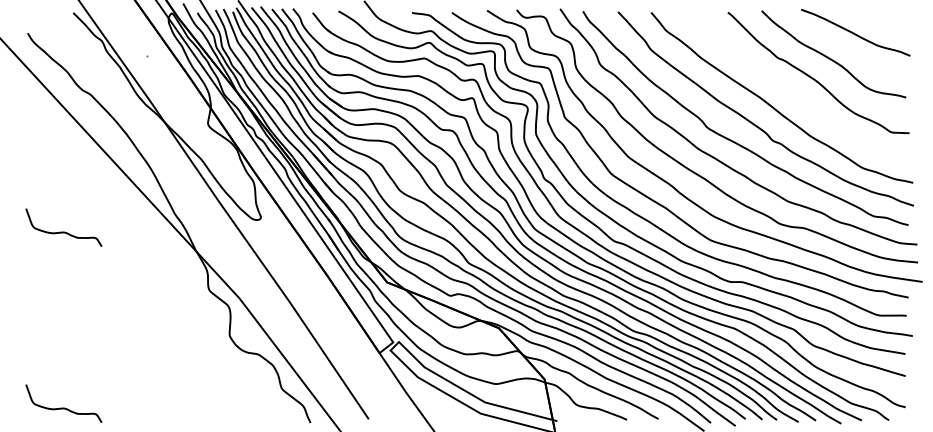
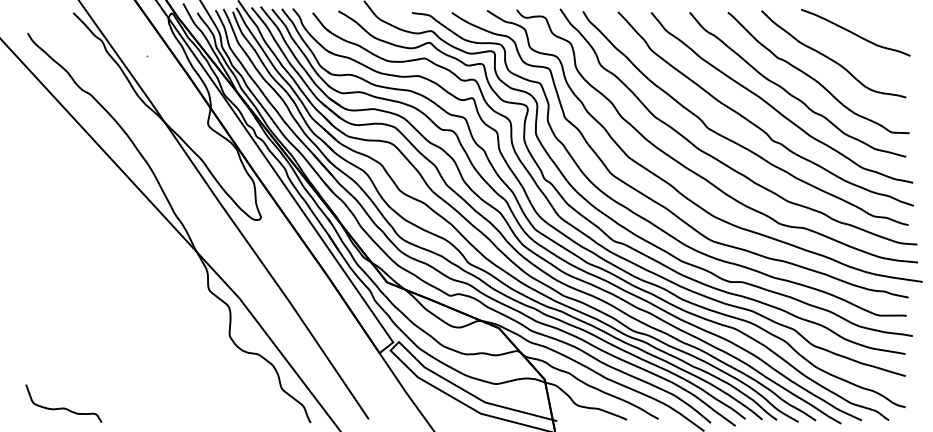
curve at (792, 94): none -> present
curve at (63, 231): present -> none
